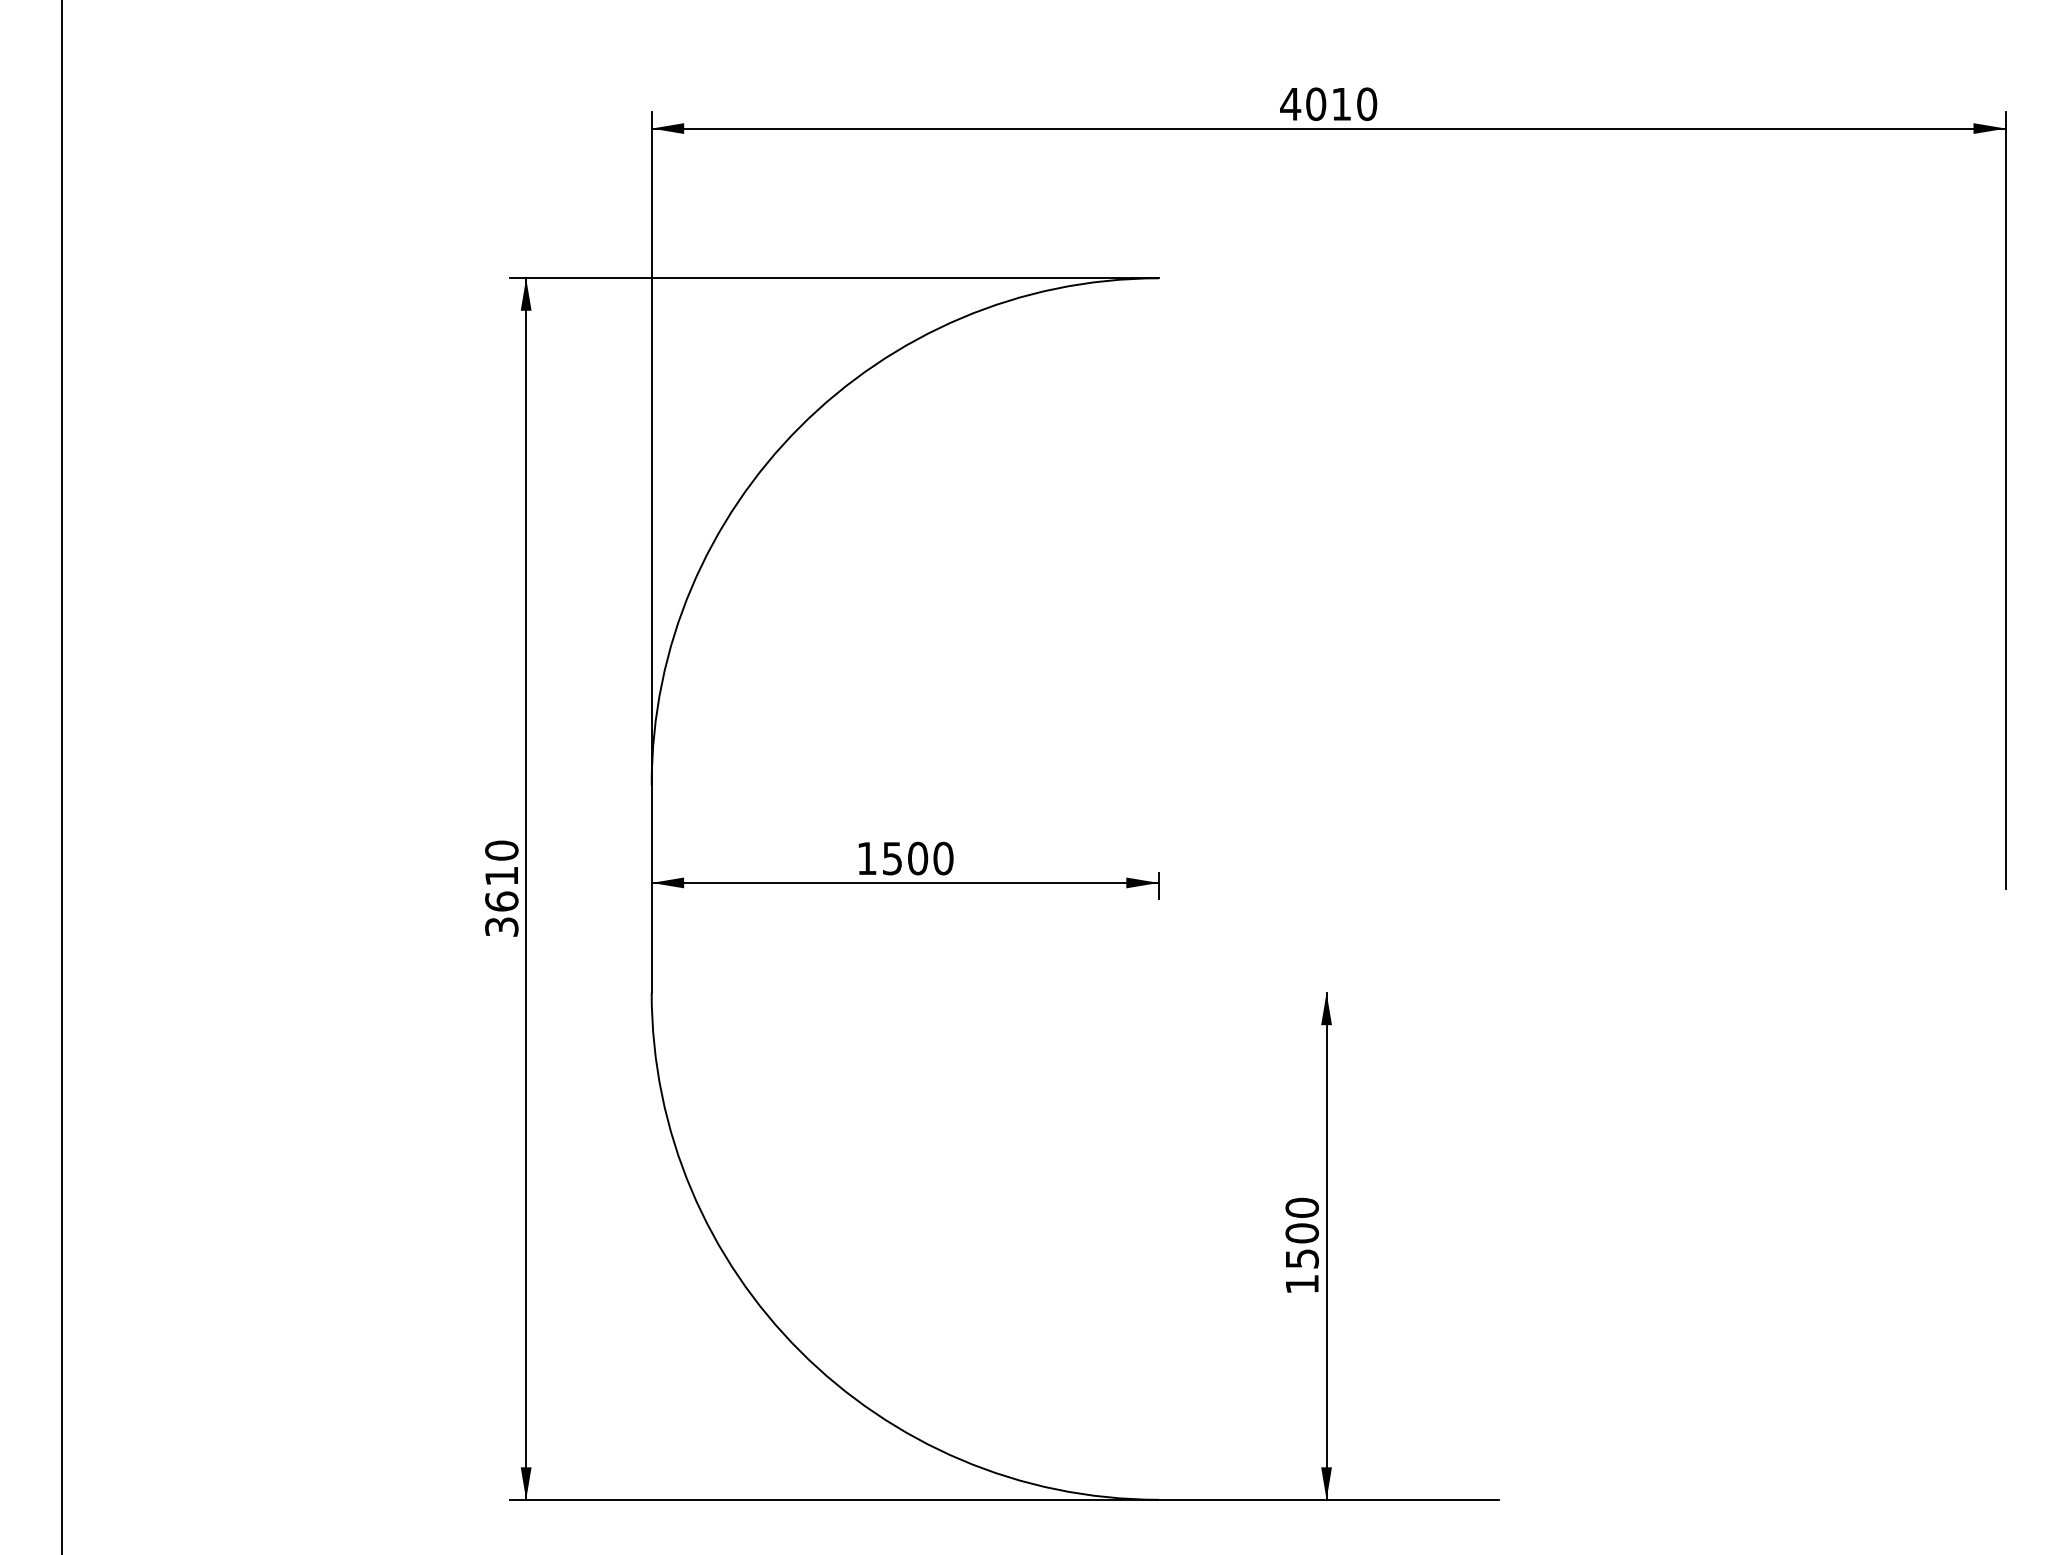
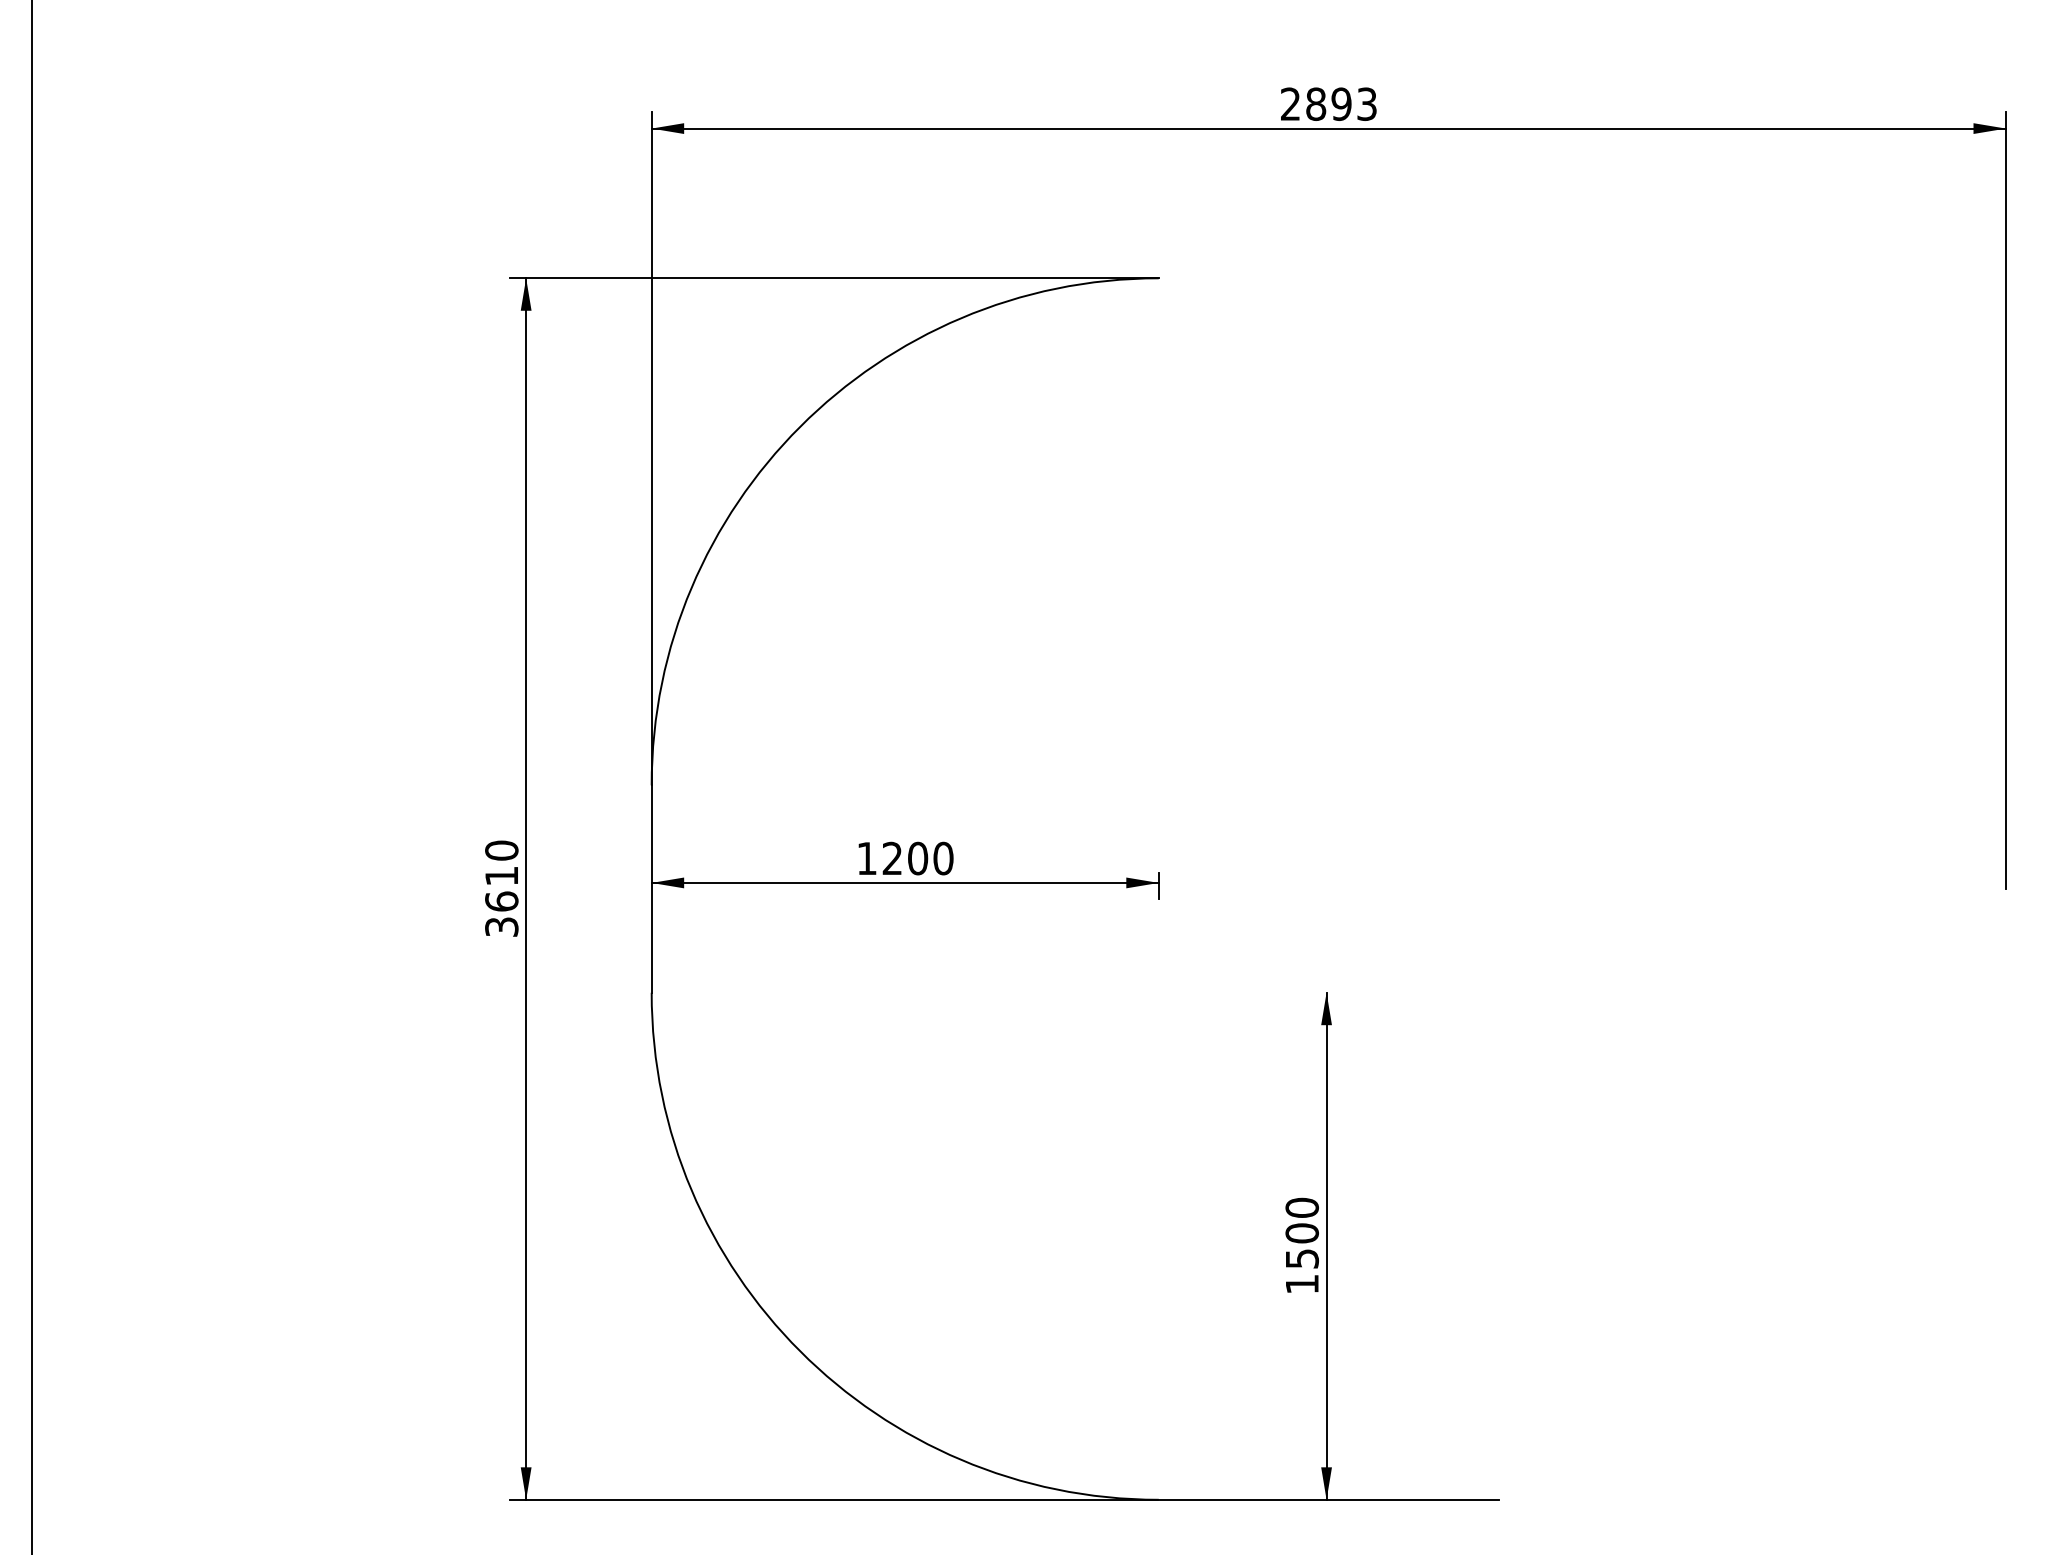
text at (1328, 103): 4010 -> 2893
line at (62, 776) position: (62, 776) -> (32, 776)
text at (891, 858): 1500 -> 1200
